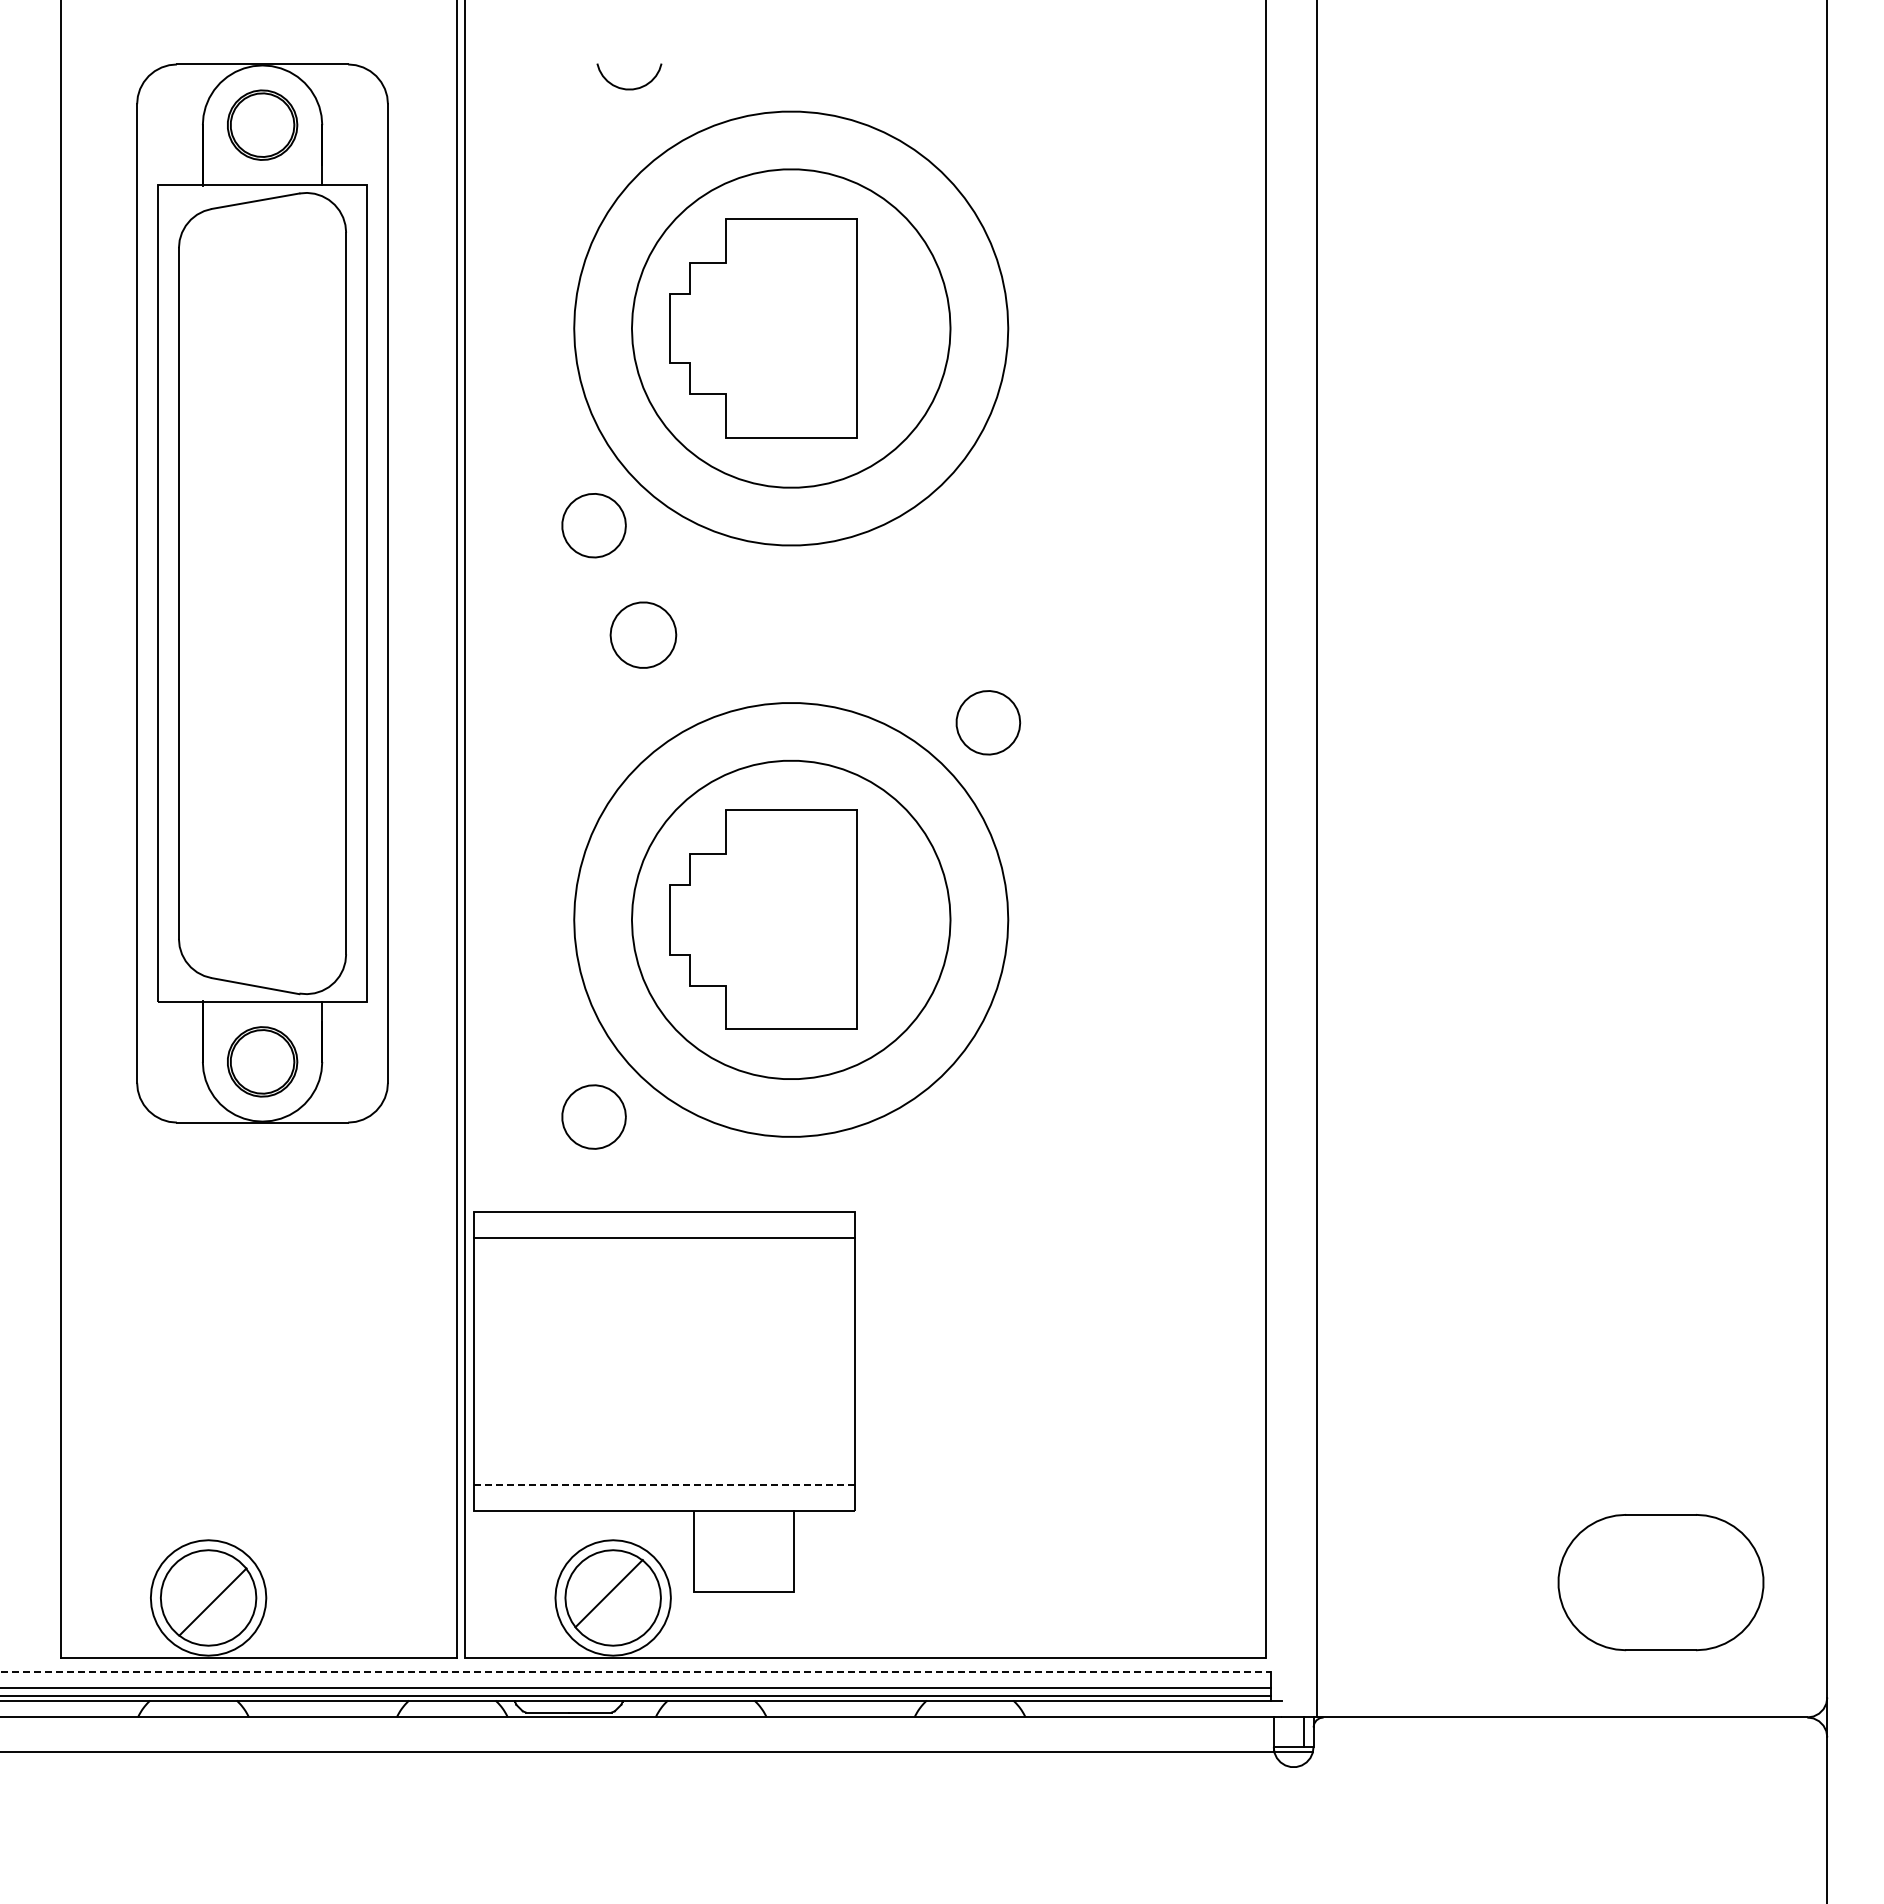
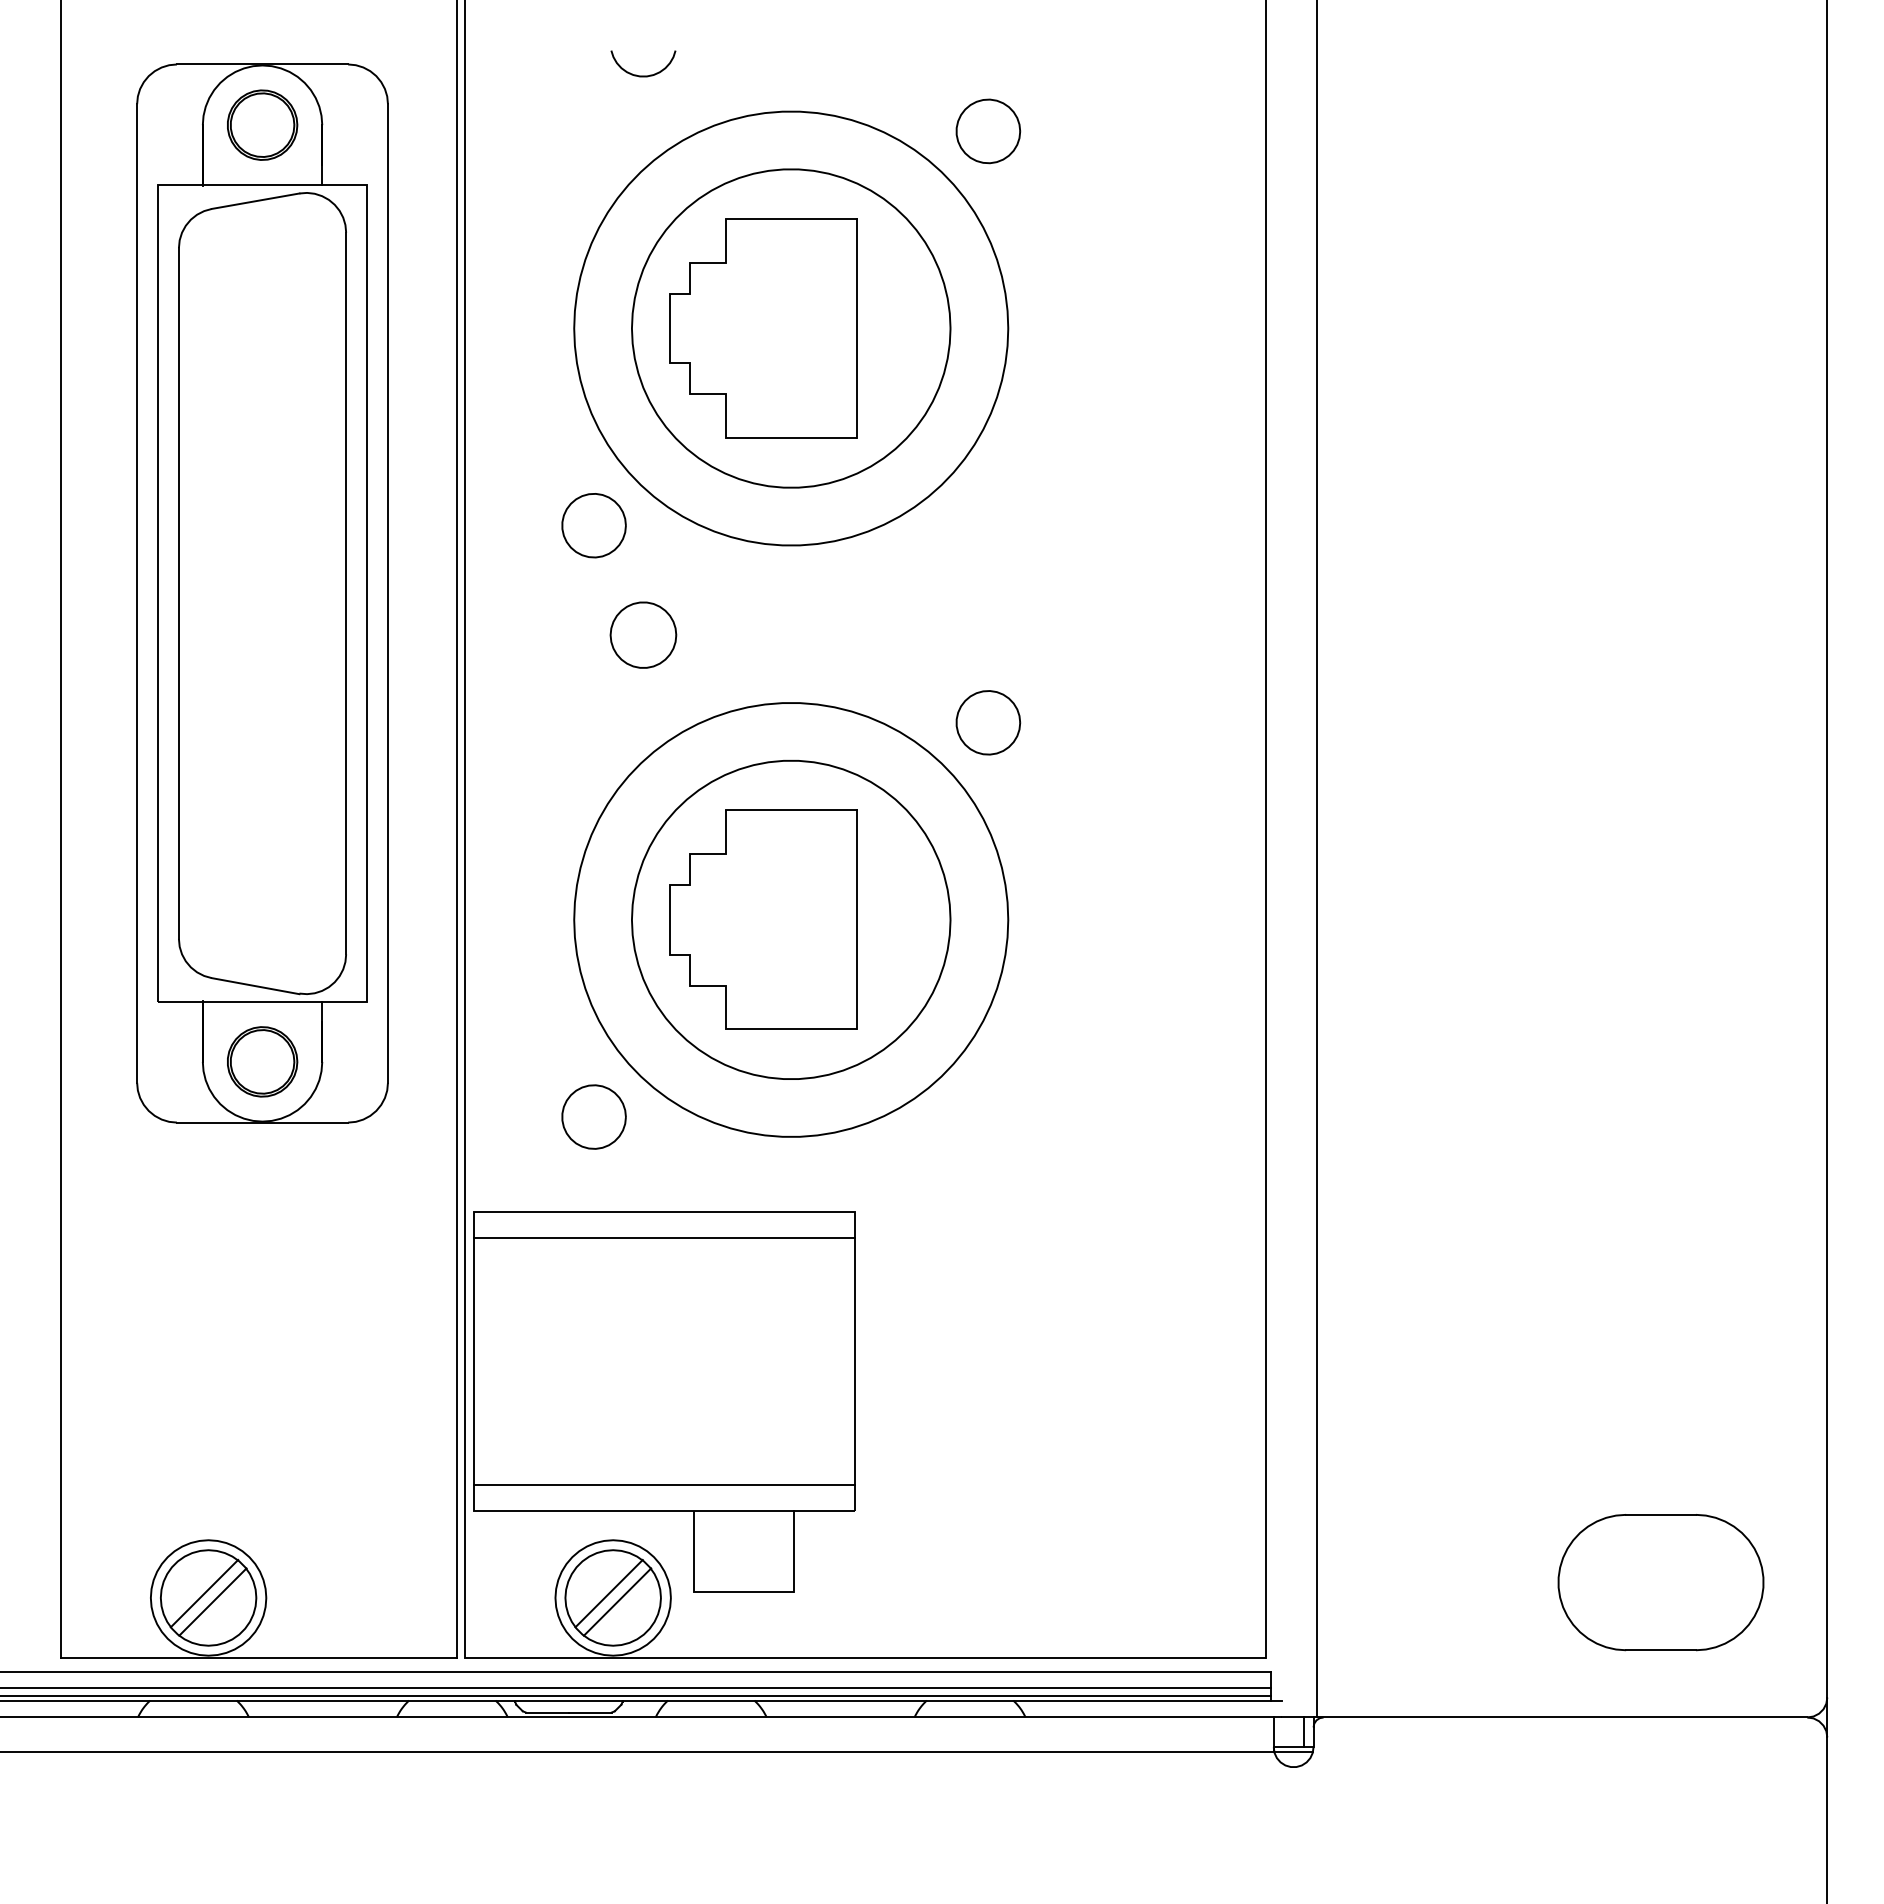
curve at (629, 88) position: (629, 88) -> (643, 75)
part at (988, 131): none -> present
line at (664, 1484): dashed -> solid
line at (204, 1593): none -> present
line at (617, 1601): none -> present
line at (636, 1671): dashed -> solid
